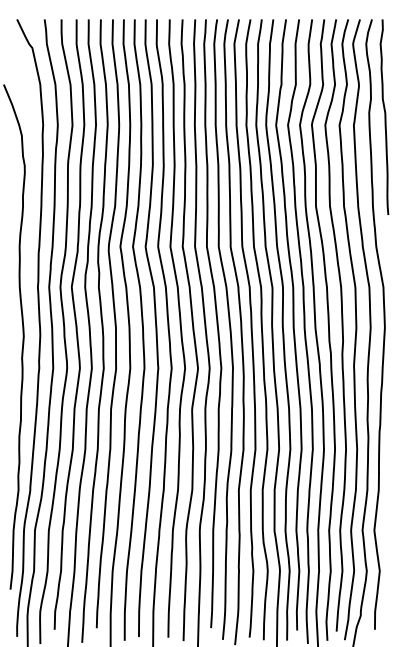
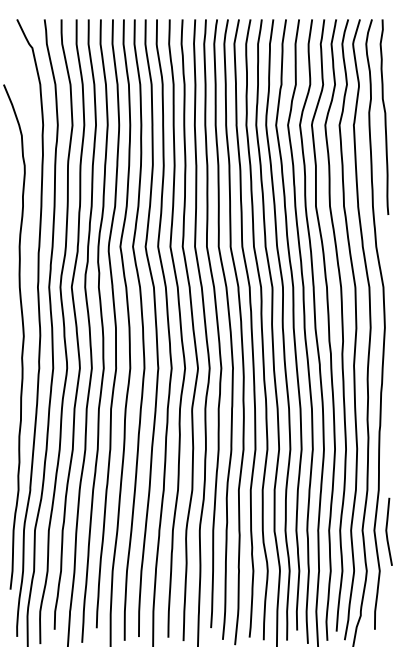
line at (387, 531): none -> present
